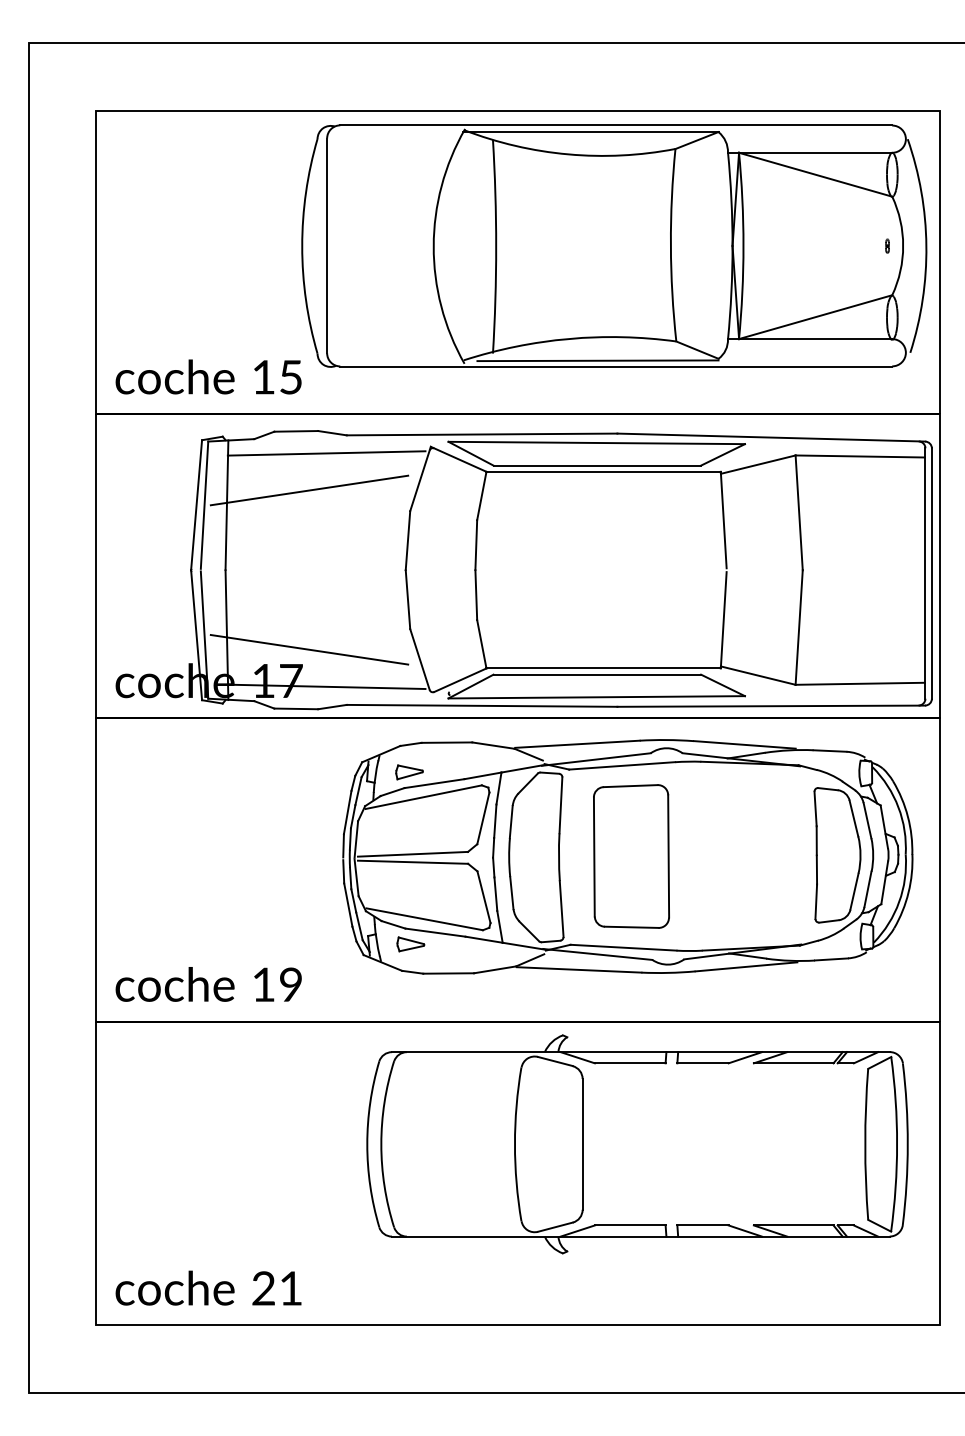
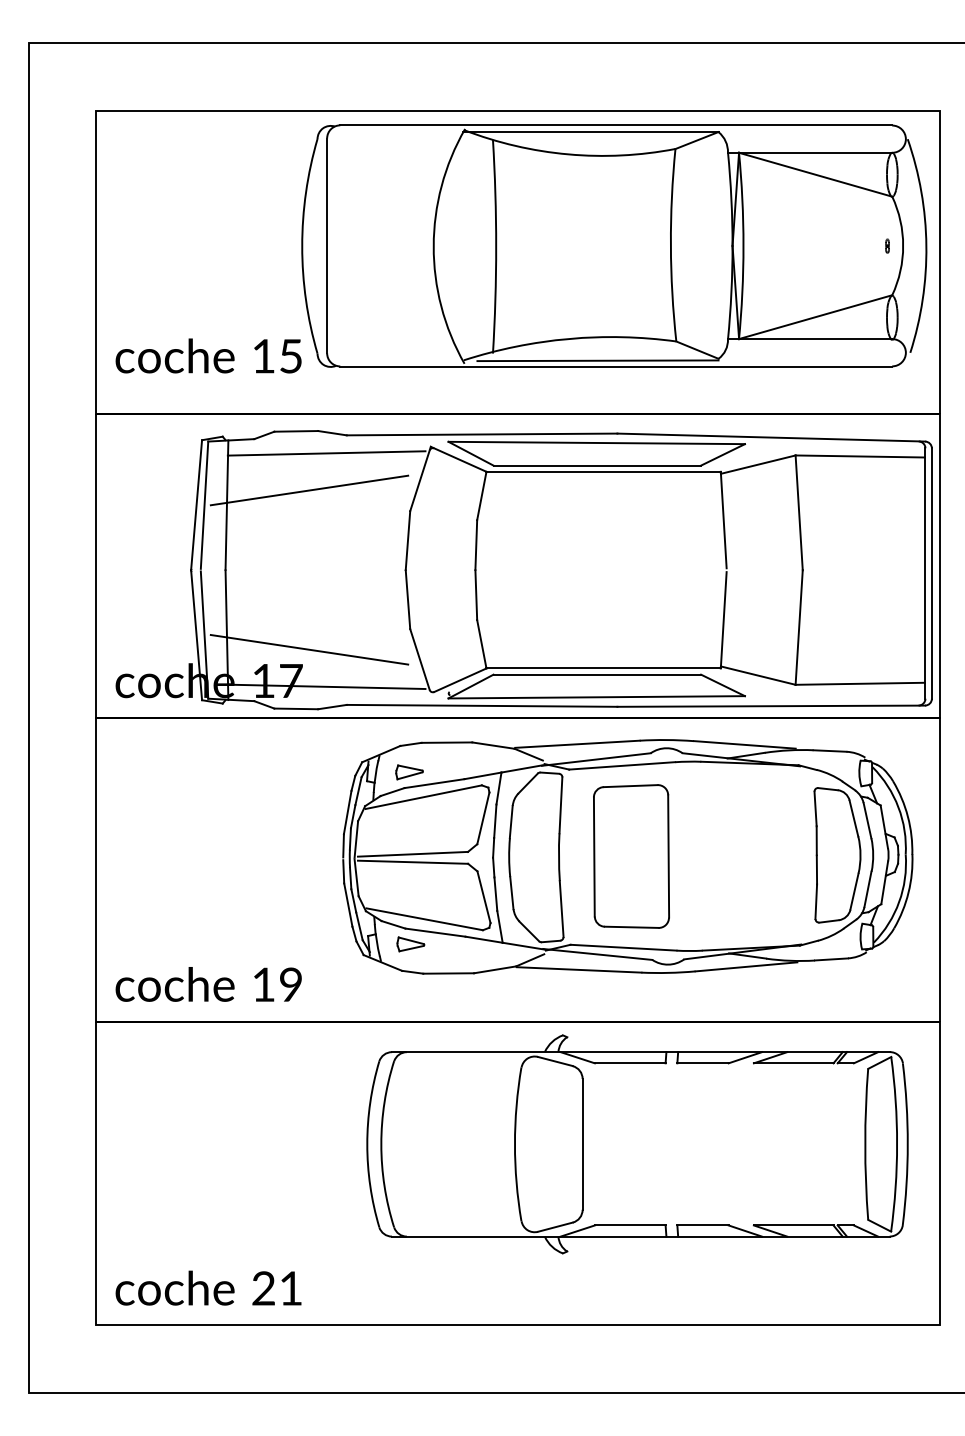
text at (208, 376) position: (208, 376) -> (208, 355)
